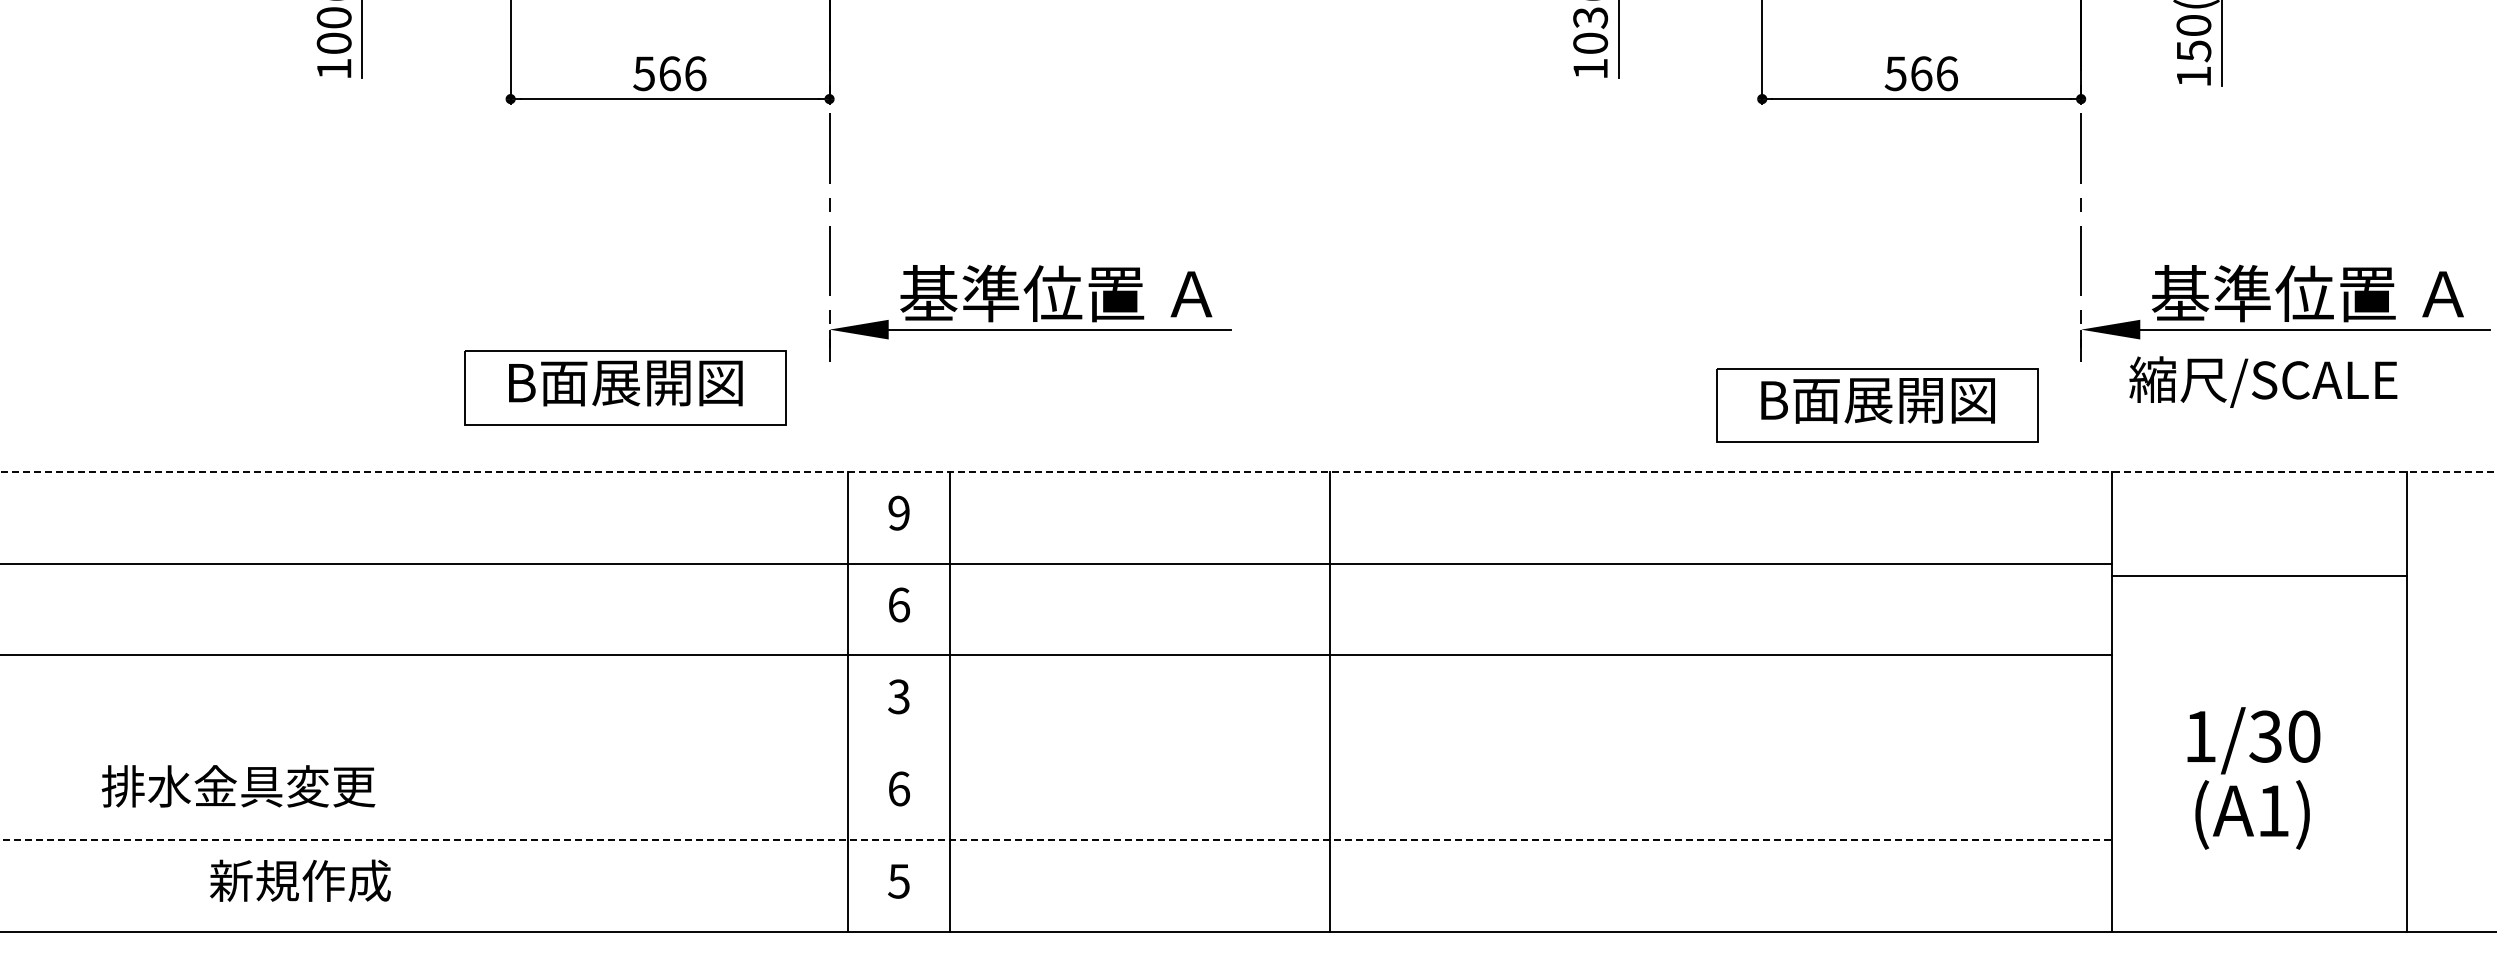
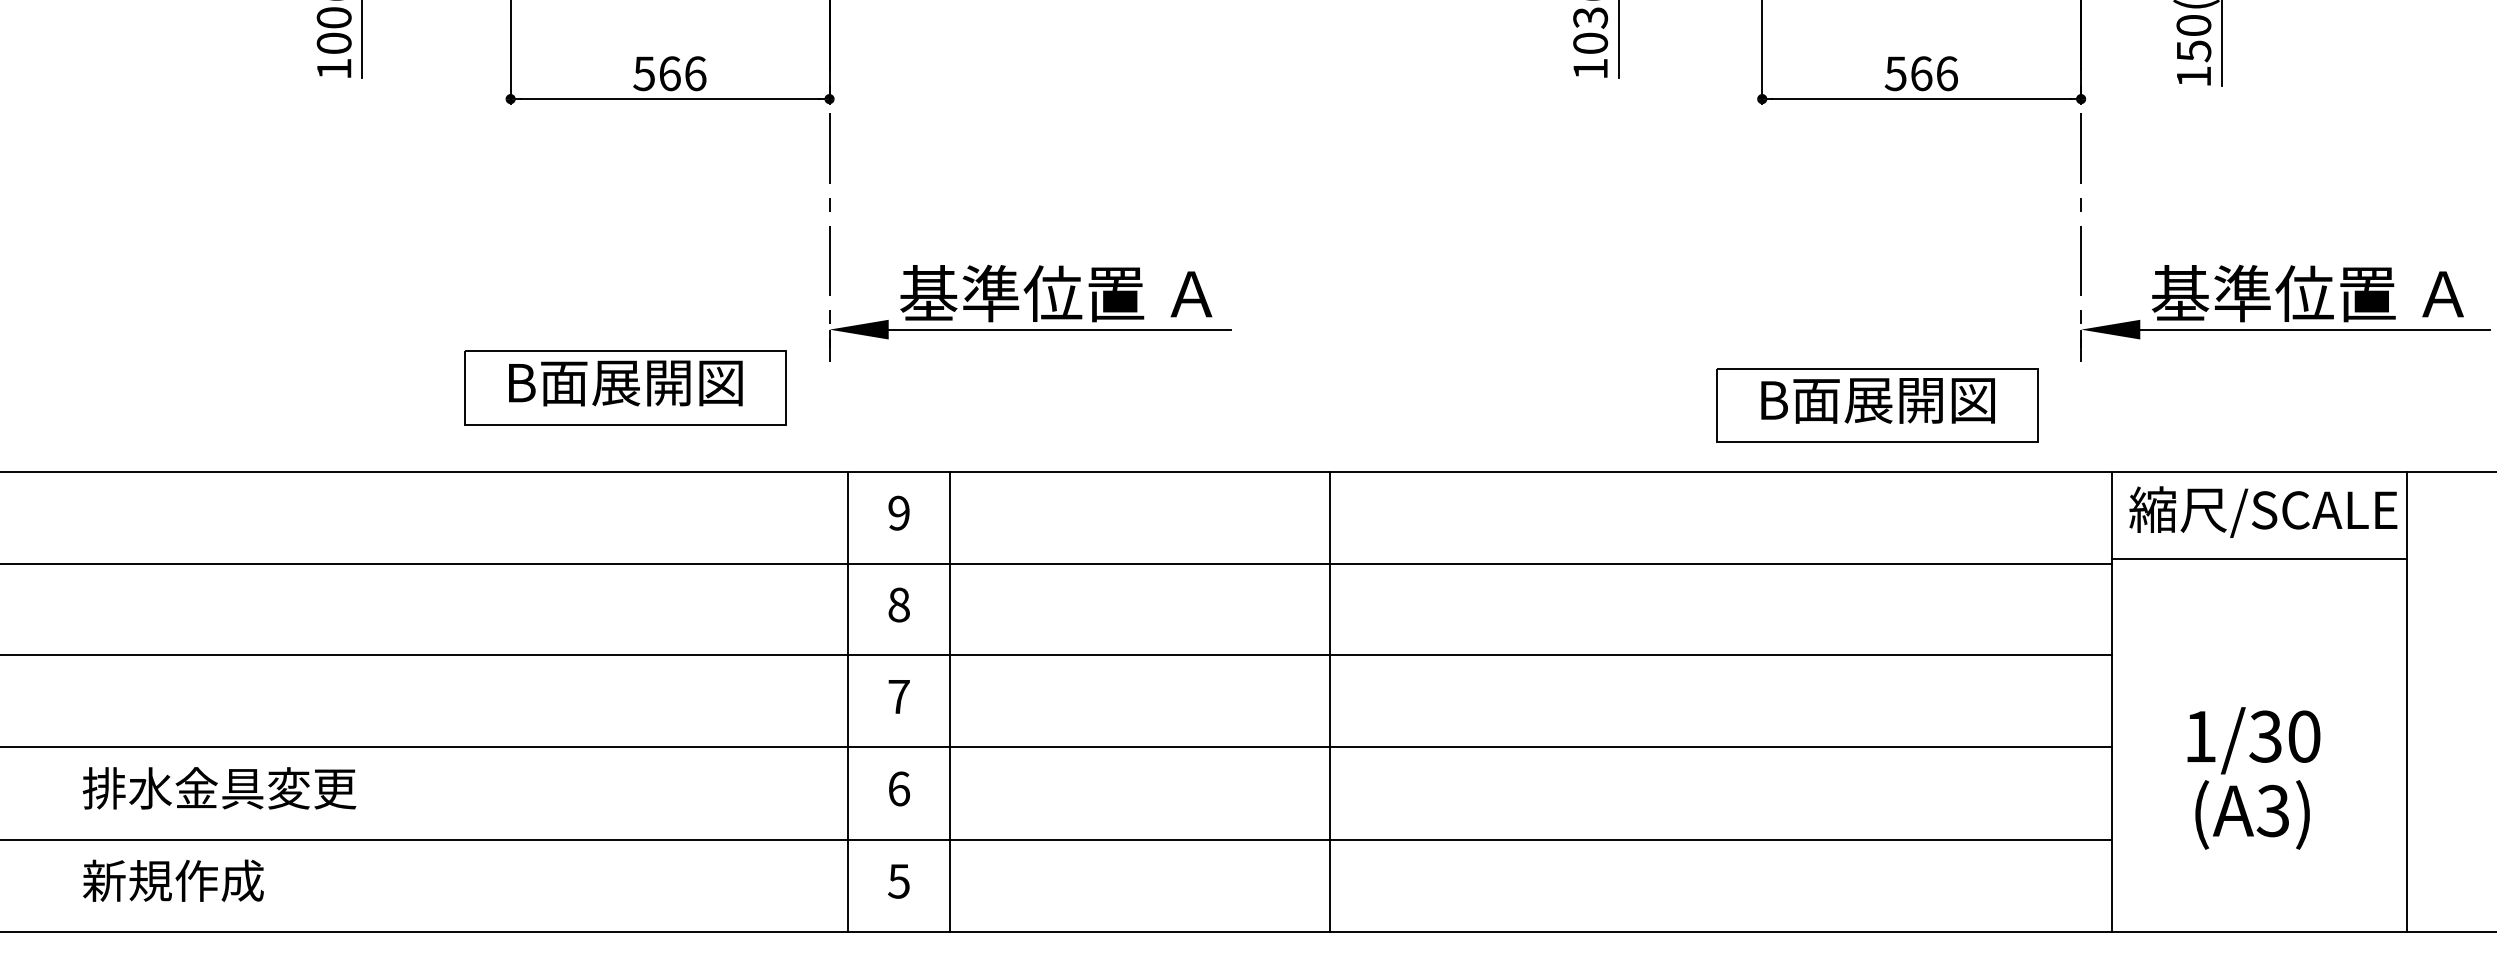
text at (2263, 381) position: (2263, 381) -> (2263, 511)
line at (1248, 471): dashed -> solid
line at (2258, 575) position: (2258, 575) -> (2258, 558)
text at (899, 604): 6 -> 8
text at (898, 696): 3 -> 7
line at (1056, 747): none -> present
text at (238, 786) position: (238, 786) -> (219, 788)
text at (2272, 810): (A1) -> (A3)
line at (1055, 839): dashed -> solid
text at (300, 880) position: (300, 880) -> (173, 880)
